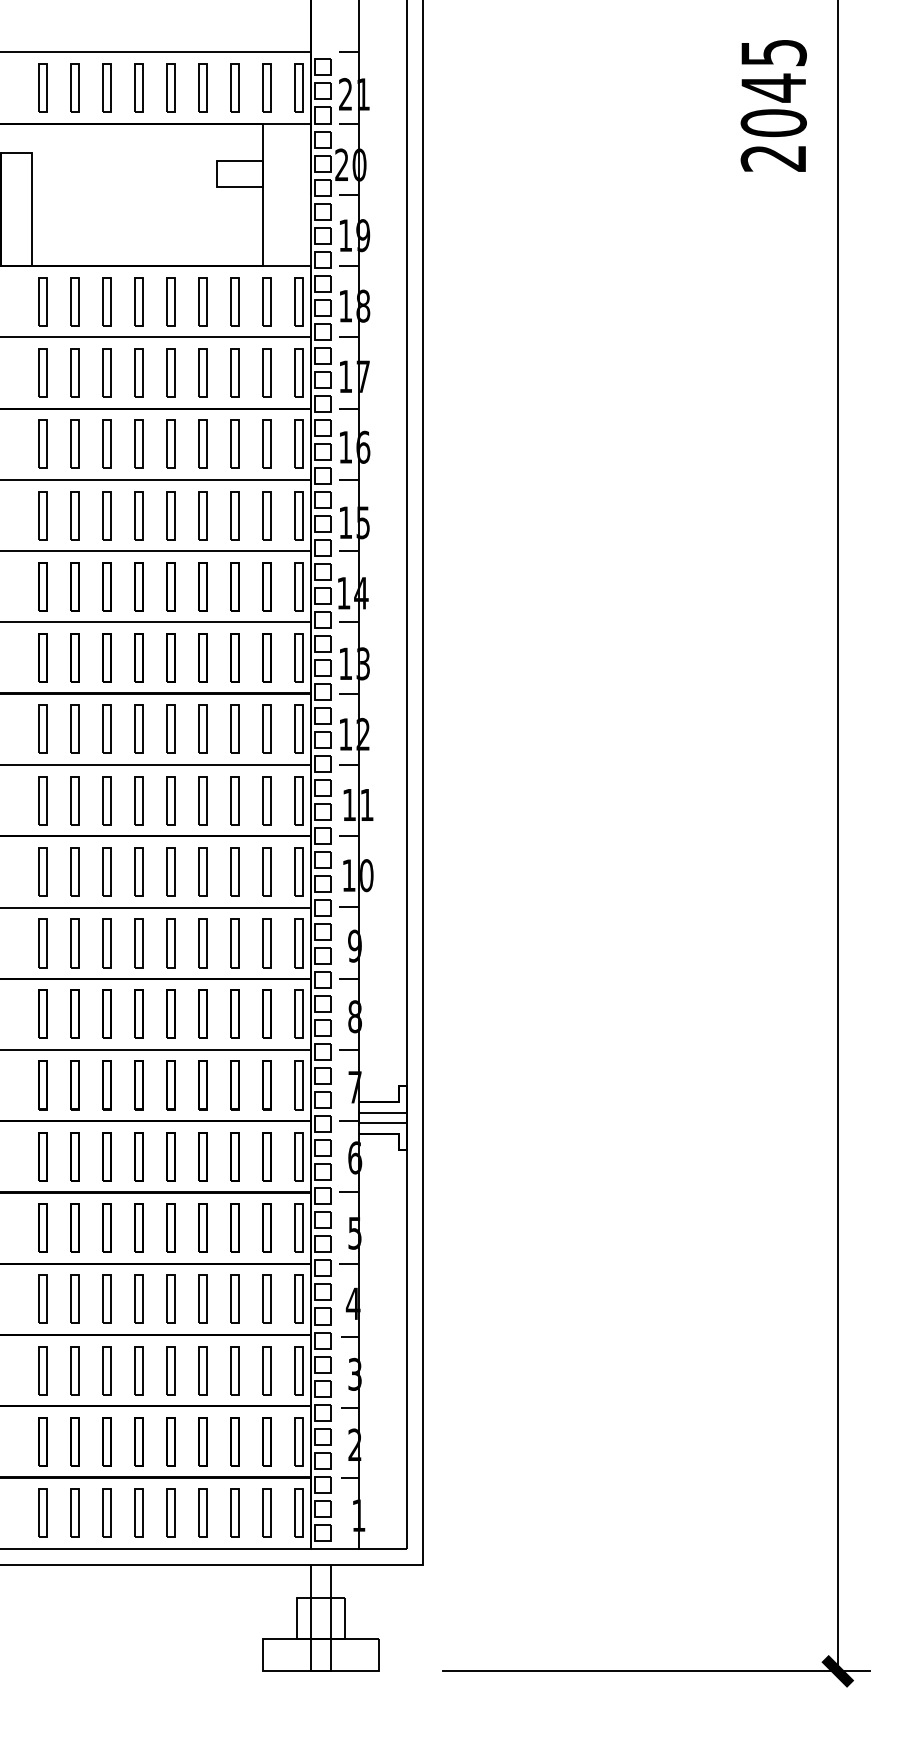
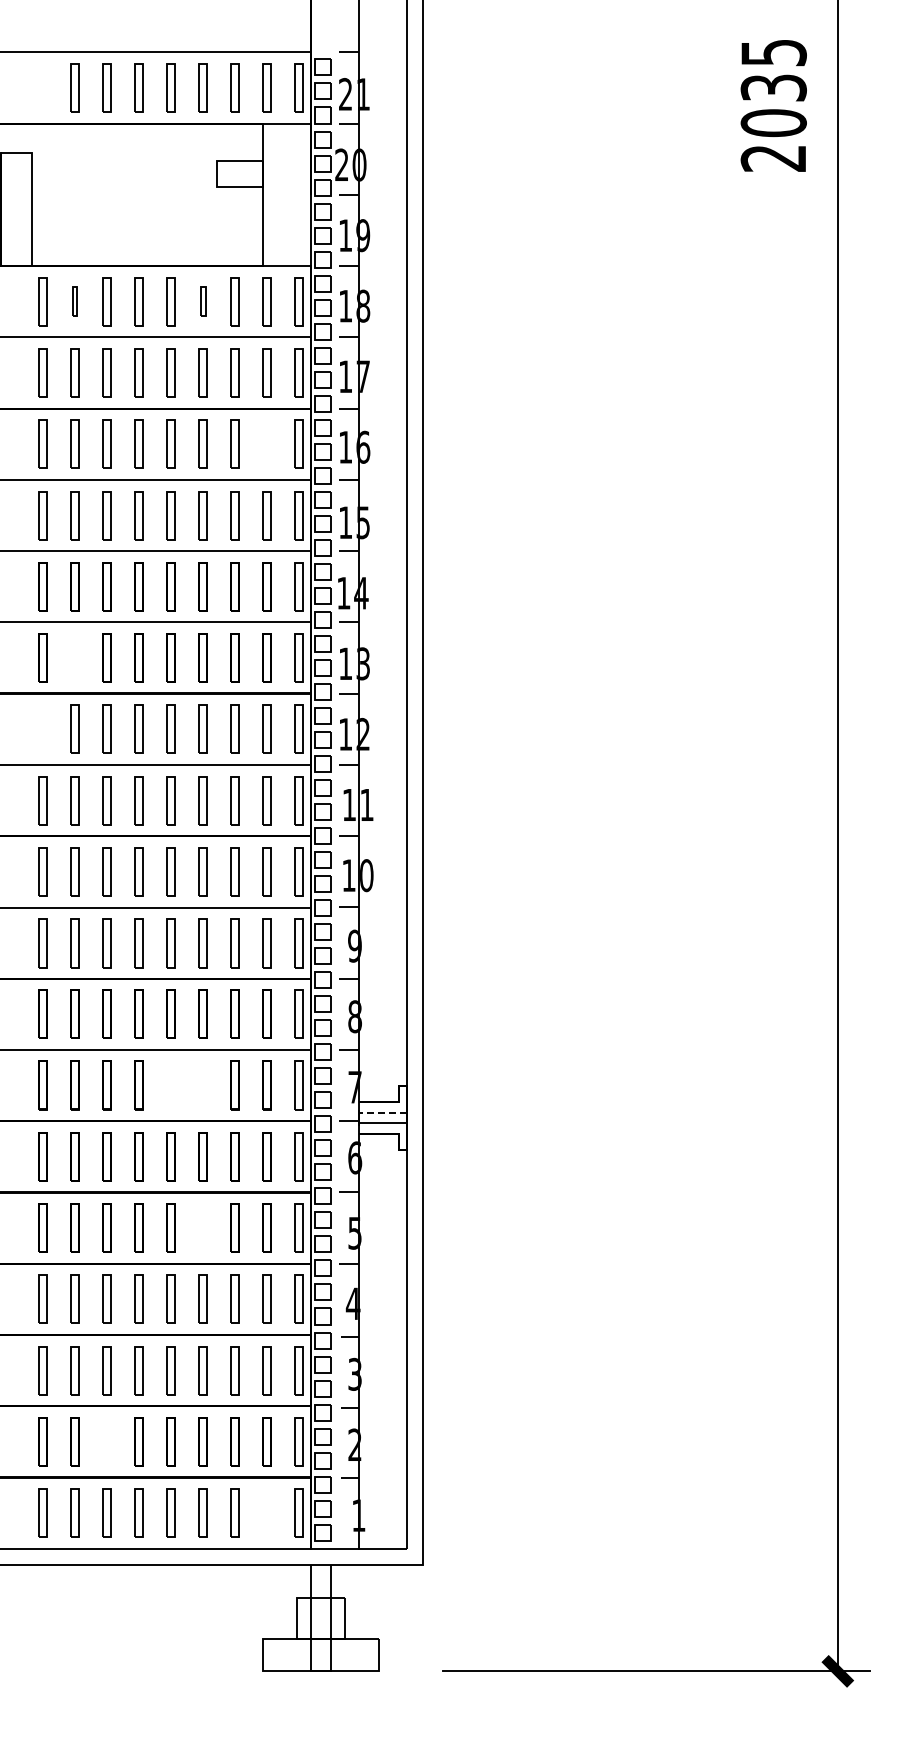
part at (42, 87): present -> none
text at (773, 87): 2045 -> 2035
part at (74, 301) size: 10x50 px -> 6x31 px
part at (202, 301) size: 10x50 px -> 7x31 px
part at (266, 443): present -> none
part at (74, 657): present -> none
part at (42, 728): present -> none
part at (170, 1085): present -> none
part at (202, 1085): present -> none
line at (380, 1113): solid -> dashed
part at (202, 1227): present -> none
part at (106, 1441): present -> none
part at (266, 1512): present -> none
